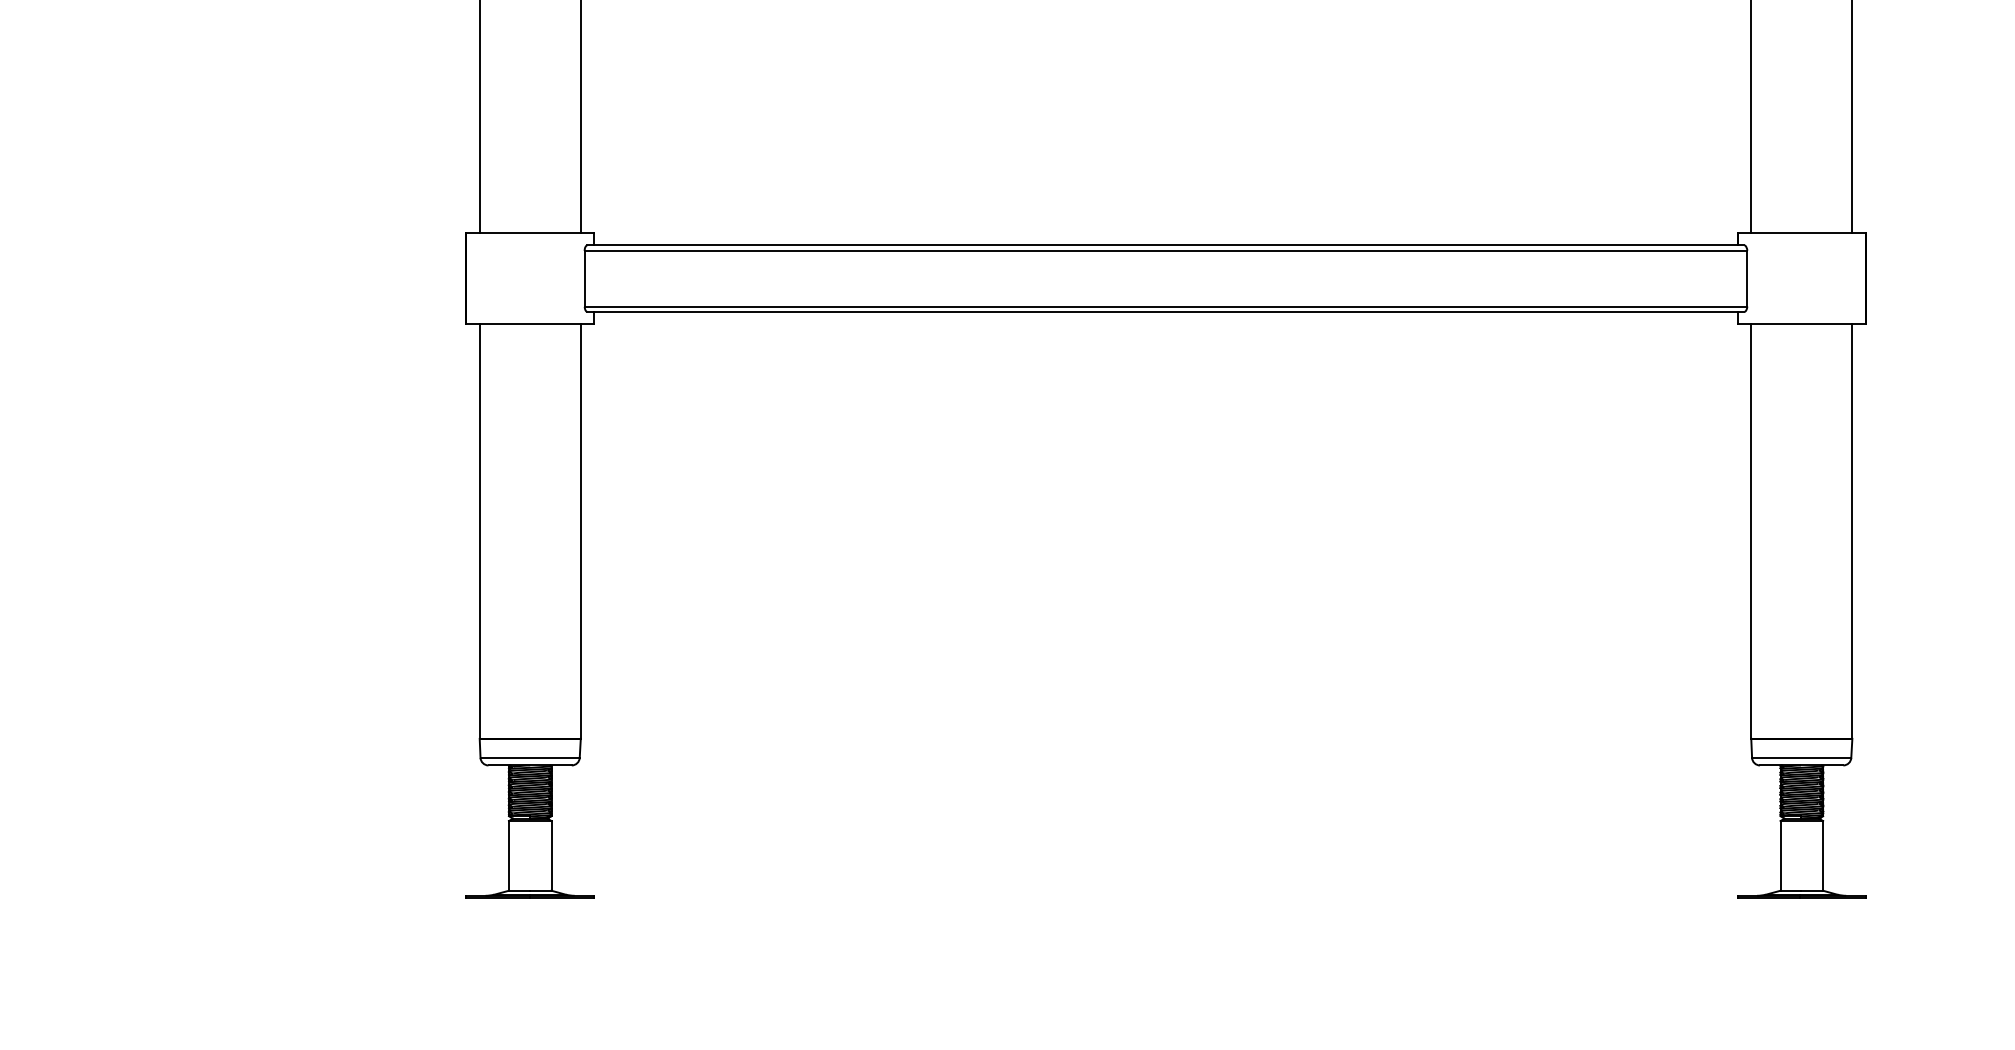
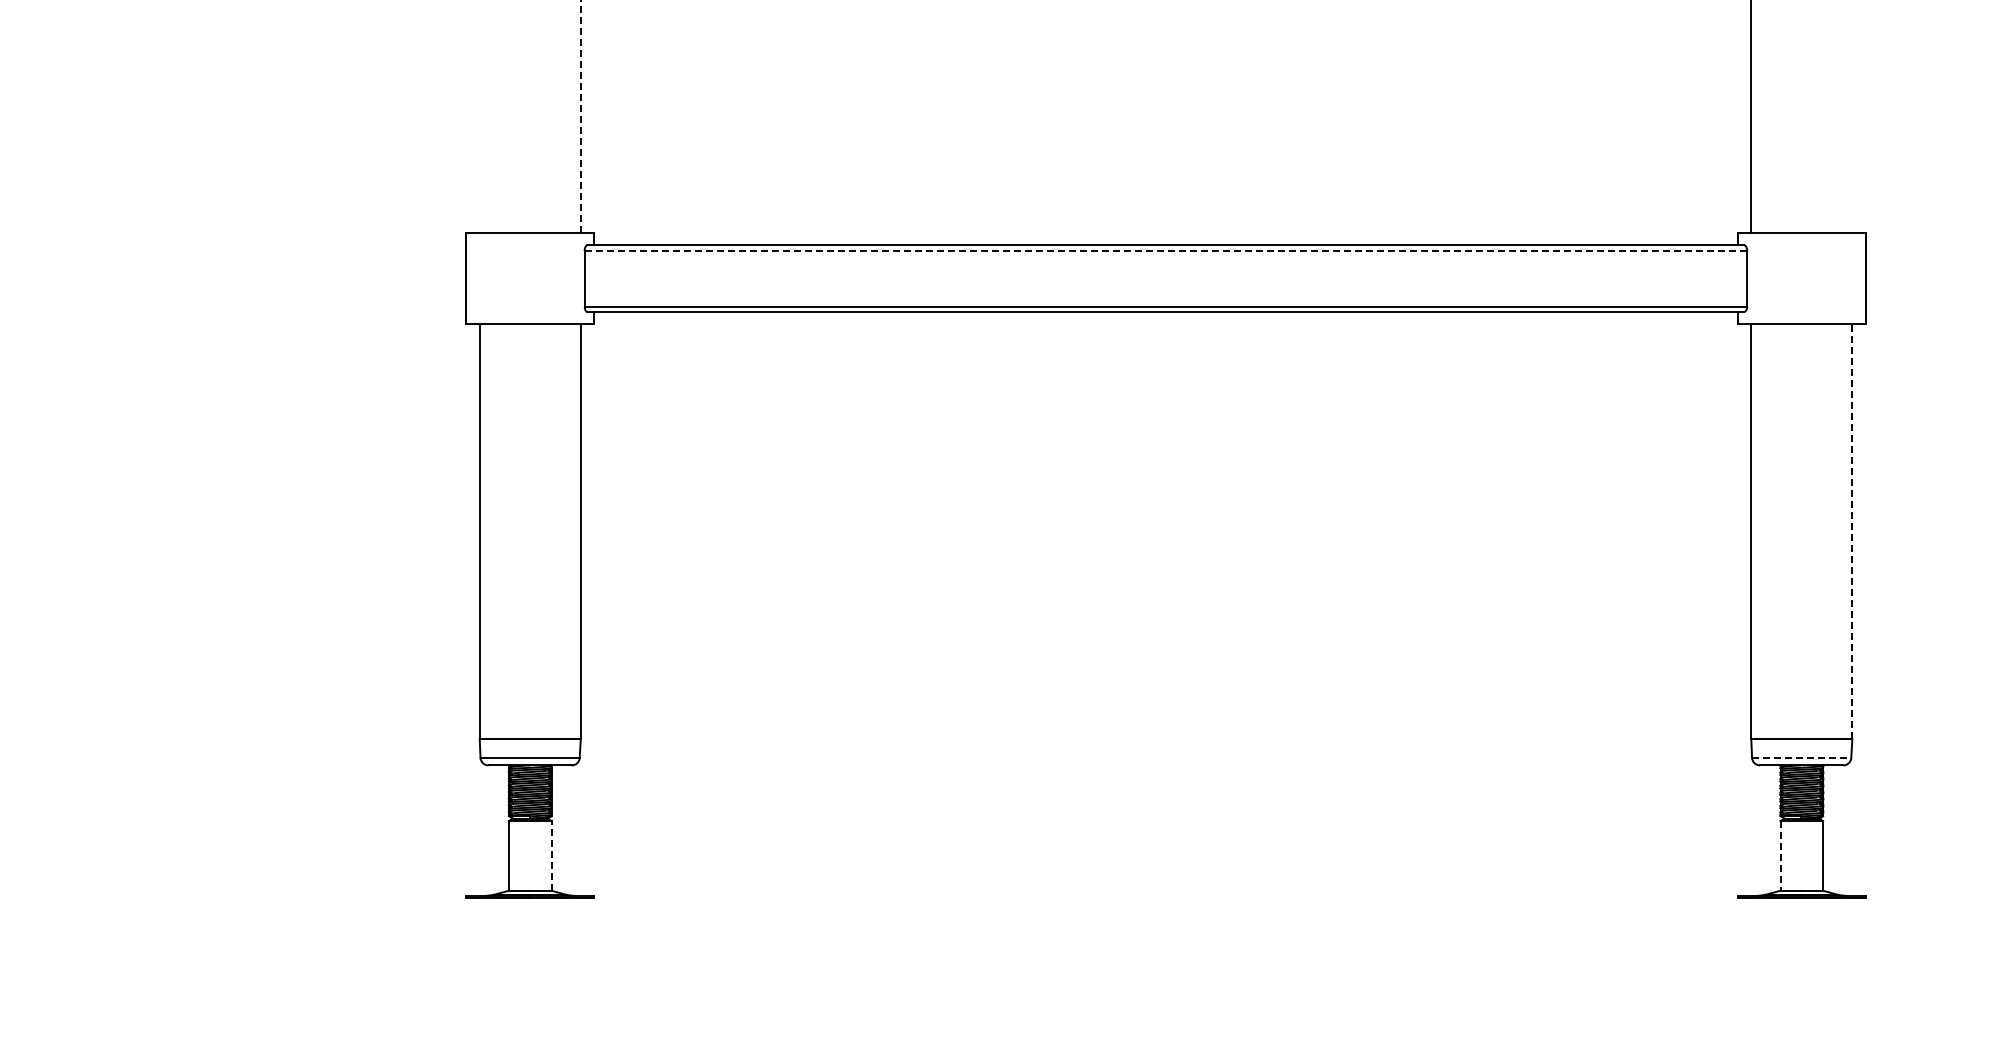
line at (580, 116): solid -> dashed
line at (479, 117): present -> none
line at (1852, 117): present -> none
line at (1165, 250): solid -> dashed
line at (1852, 530): solid -> dashed
line at (1801, 757): solid -> dashed
line at (551, 855): solid -> dashed
line at (1780, 855): solid -> dashed
